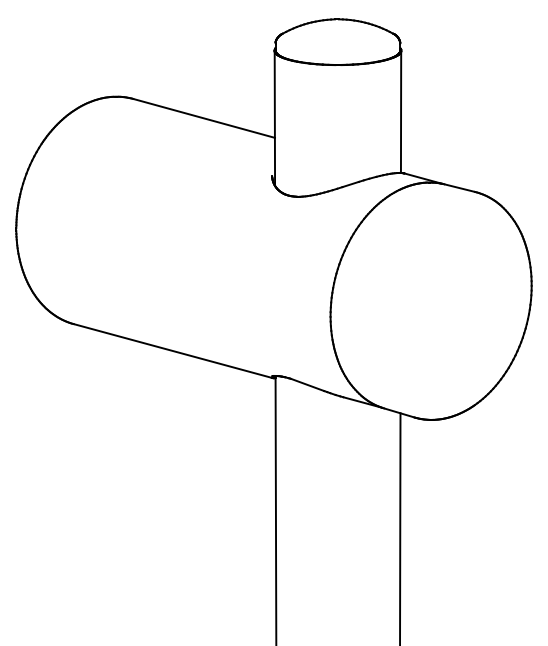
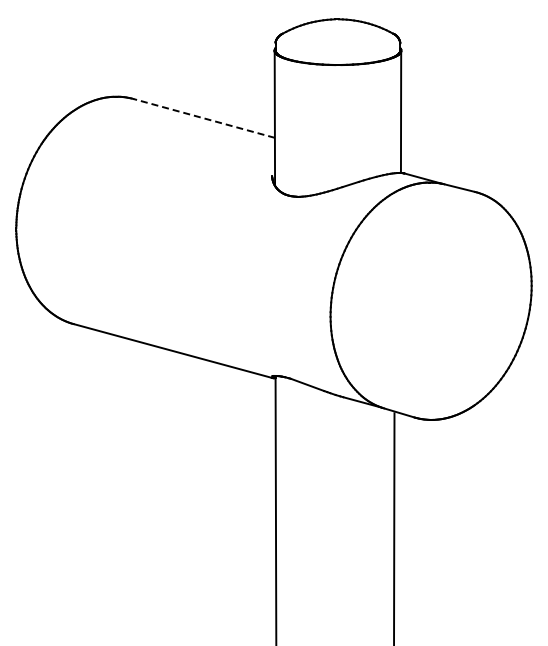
line at (203, 118): solid -> dashed
line at (400, 527) position: (400, 527) -> (394, 527)
